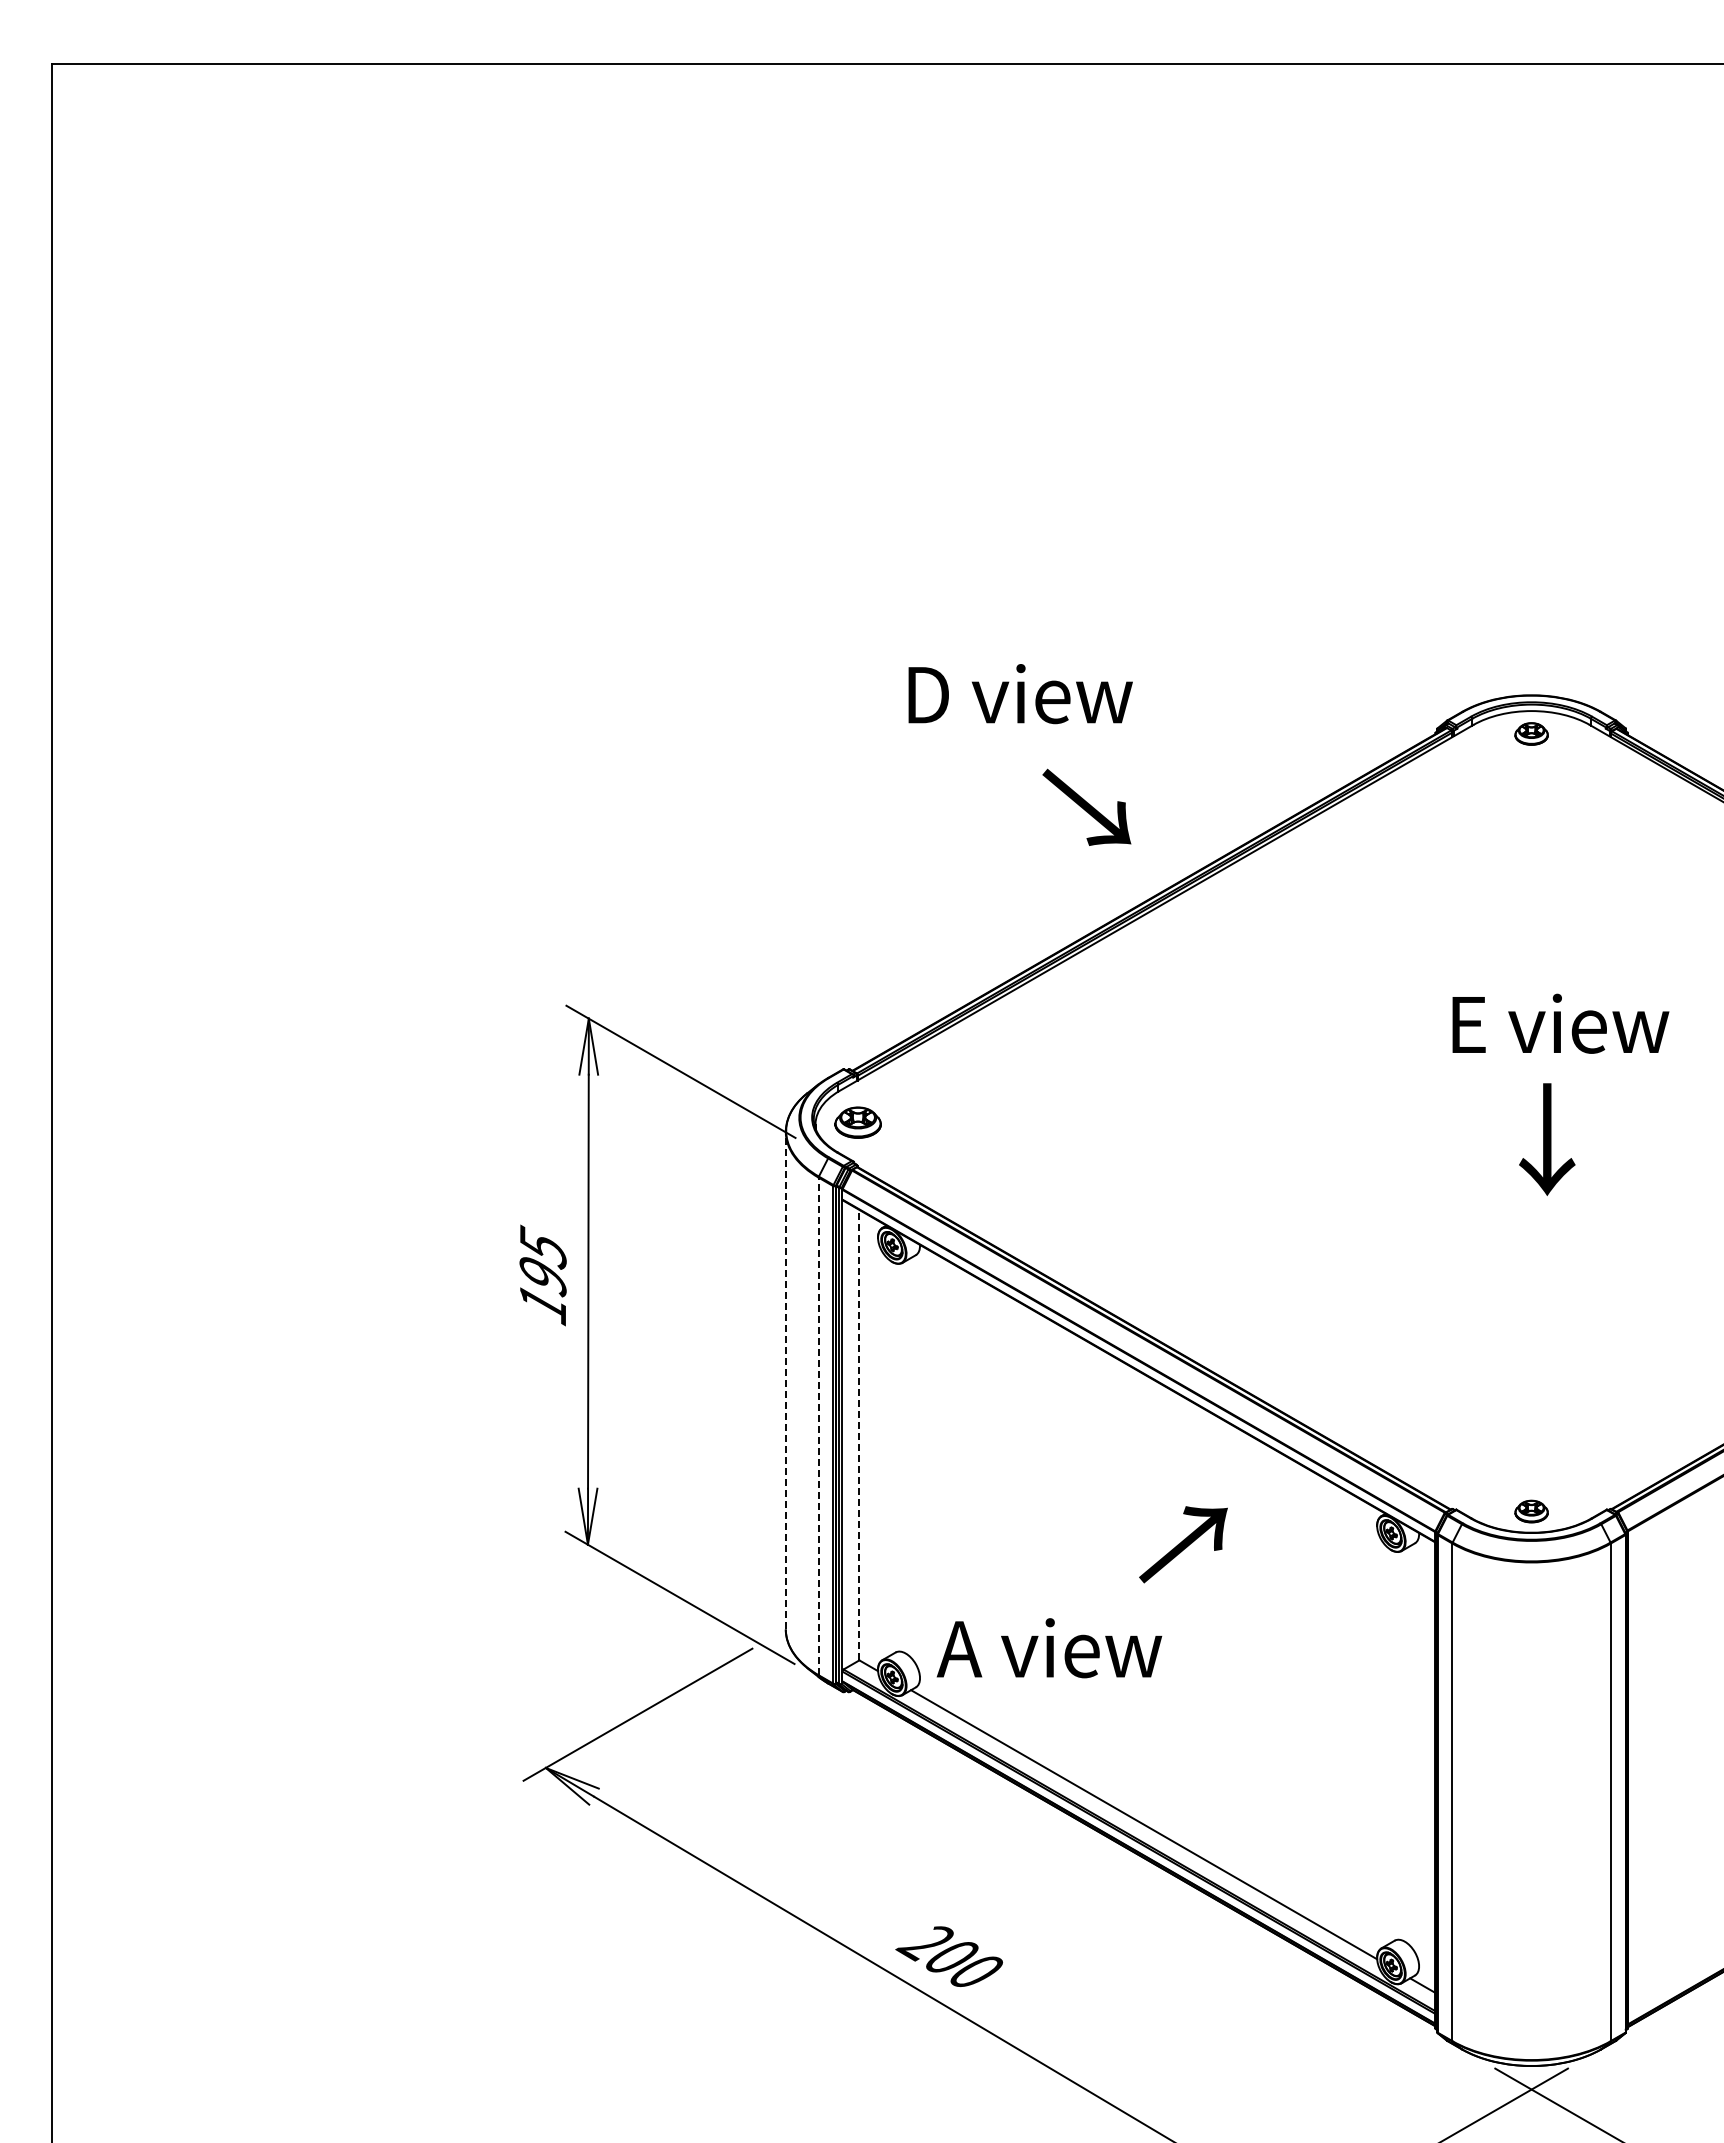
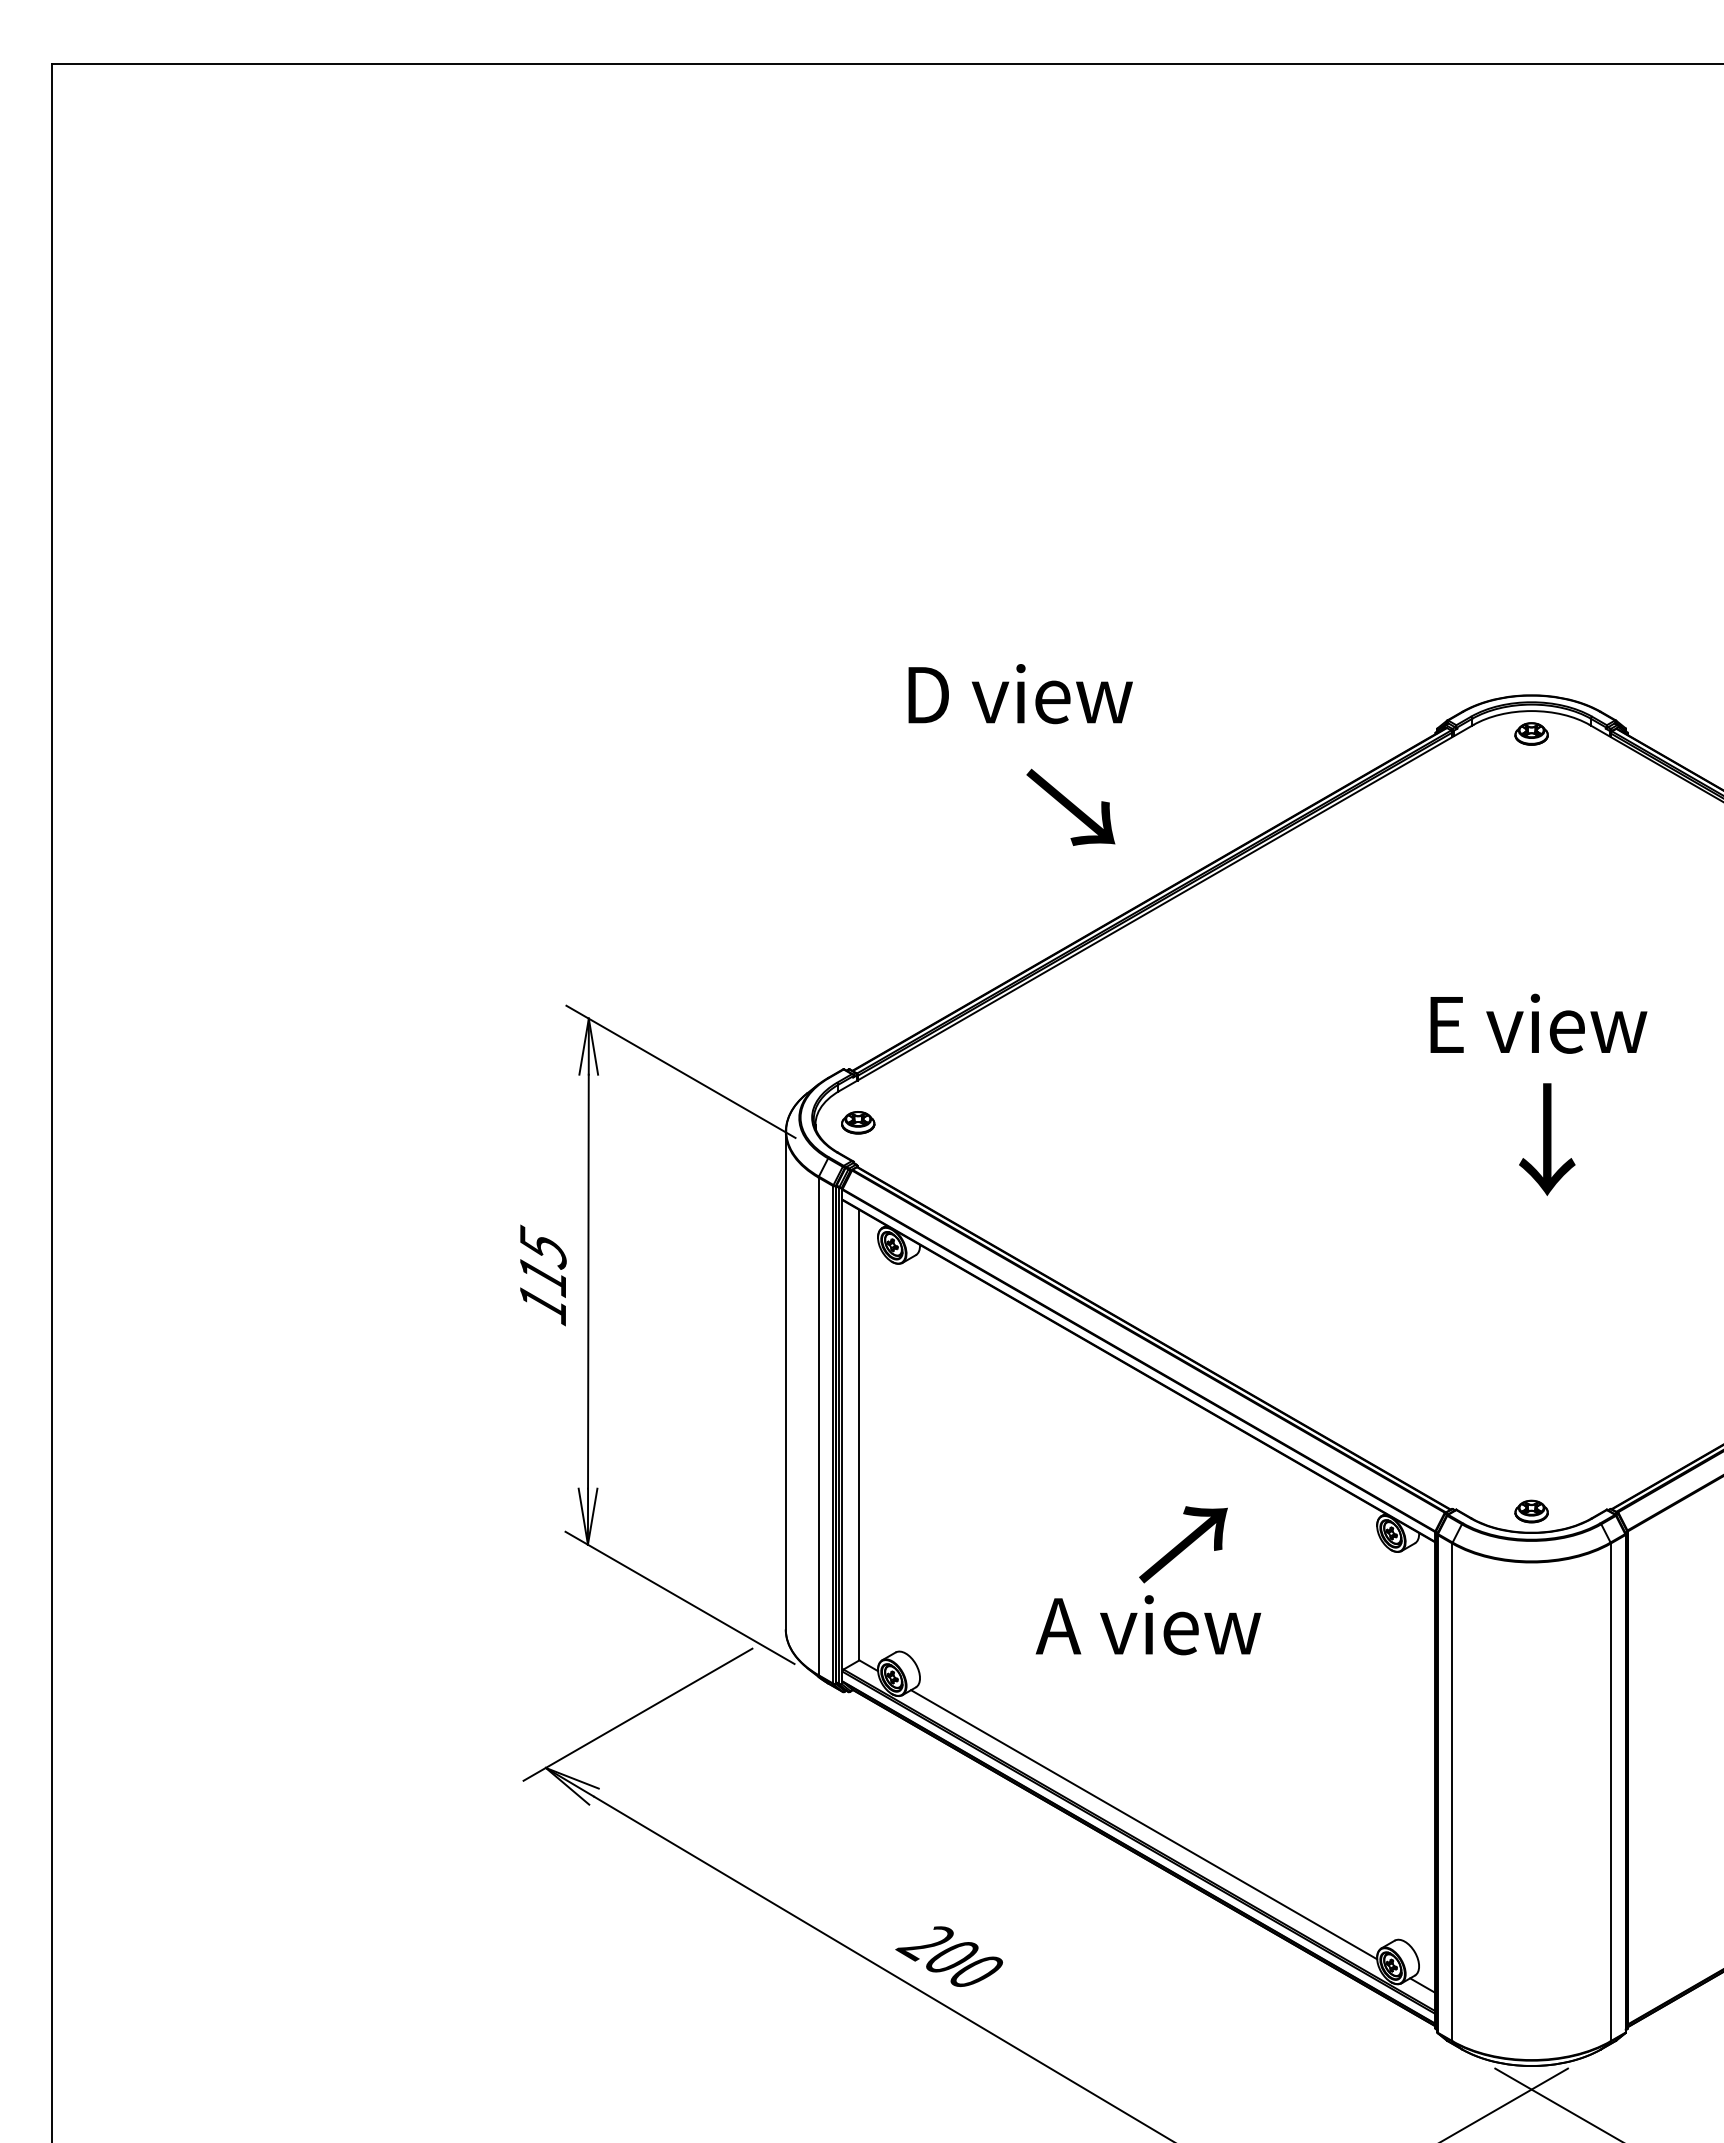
text at (1086, 806) position: (1086, 806) -> (1070, 806)
text at (1560, 1023) position: (1560, 1023) -> (1538, 1023)
part at (857, 1122) size: 48x33 px -> 35x24 px
text at (542, 1277): 195 -> 115
line at (785, 1380): dashed -> solid
line at (818, 1426): dashed -> solid
line at (859, 1434): dashed -> solid
text at (1049, 1648) position: (1049, 1648) -> (1148, 1625)
